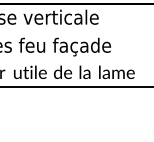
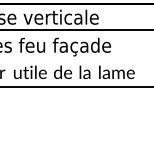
line at (76, 30): none -> present
